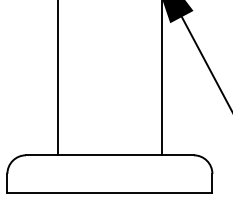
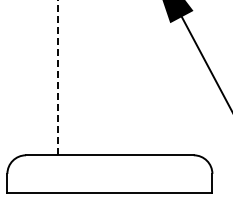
line at (57, 77): solid -> dashed
line at (162, 78): present -> none
